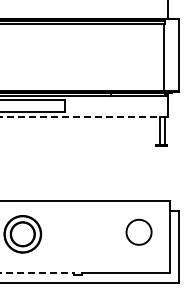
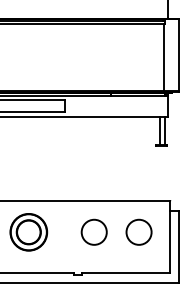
line at (84, 117): dashed -> solid
circle at (93, 231): none -> present
part at (22, 234) position: (22, 234) -> (28, 232)
line at (37, 272): dashed -> solid
